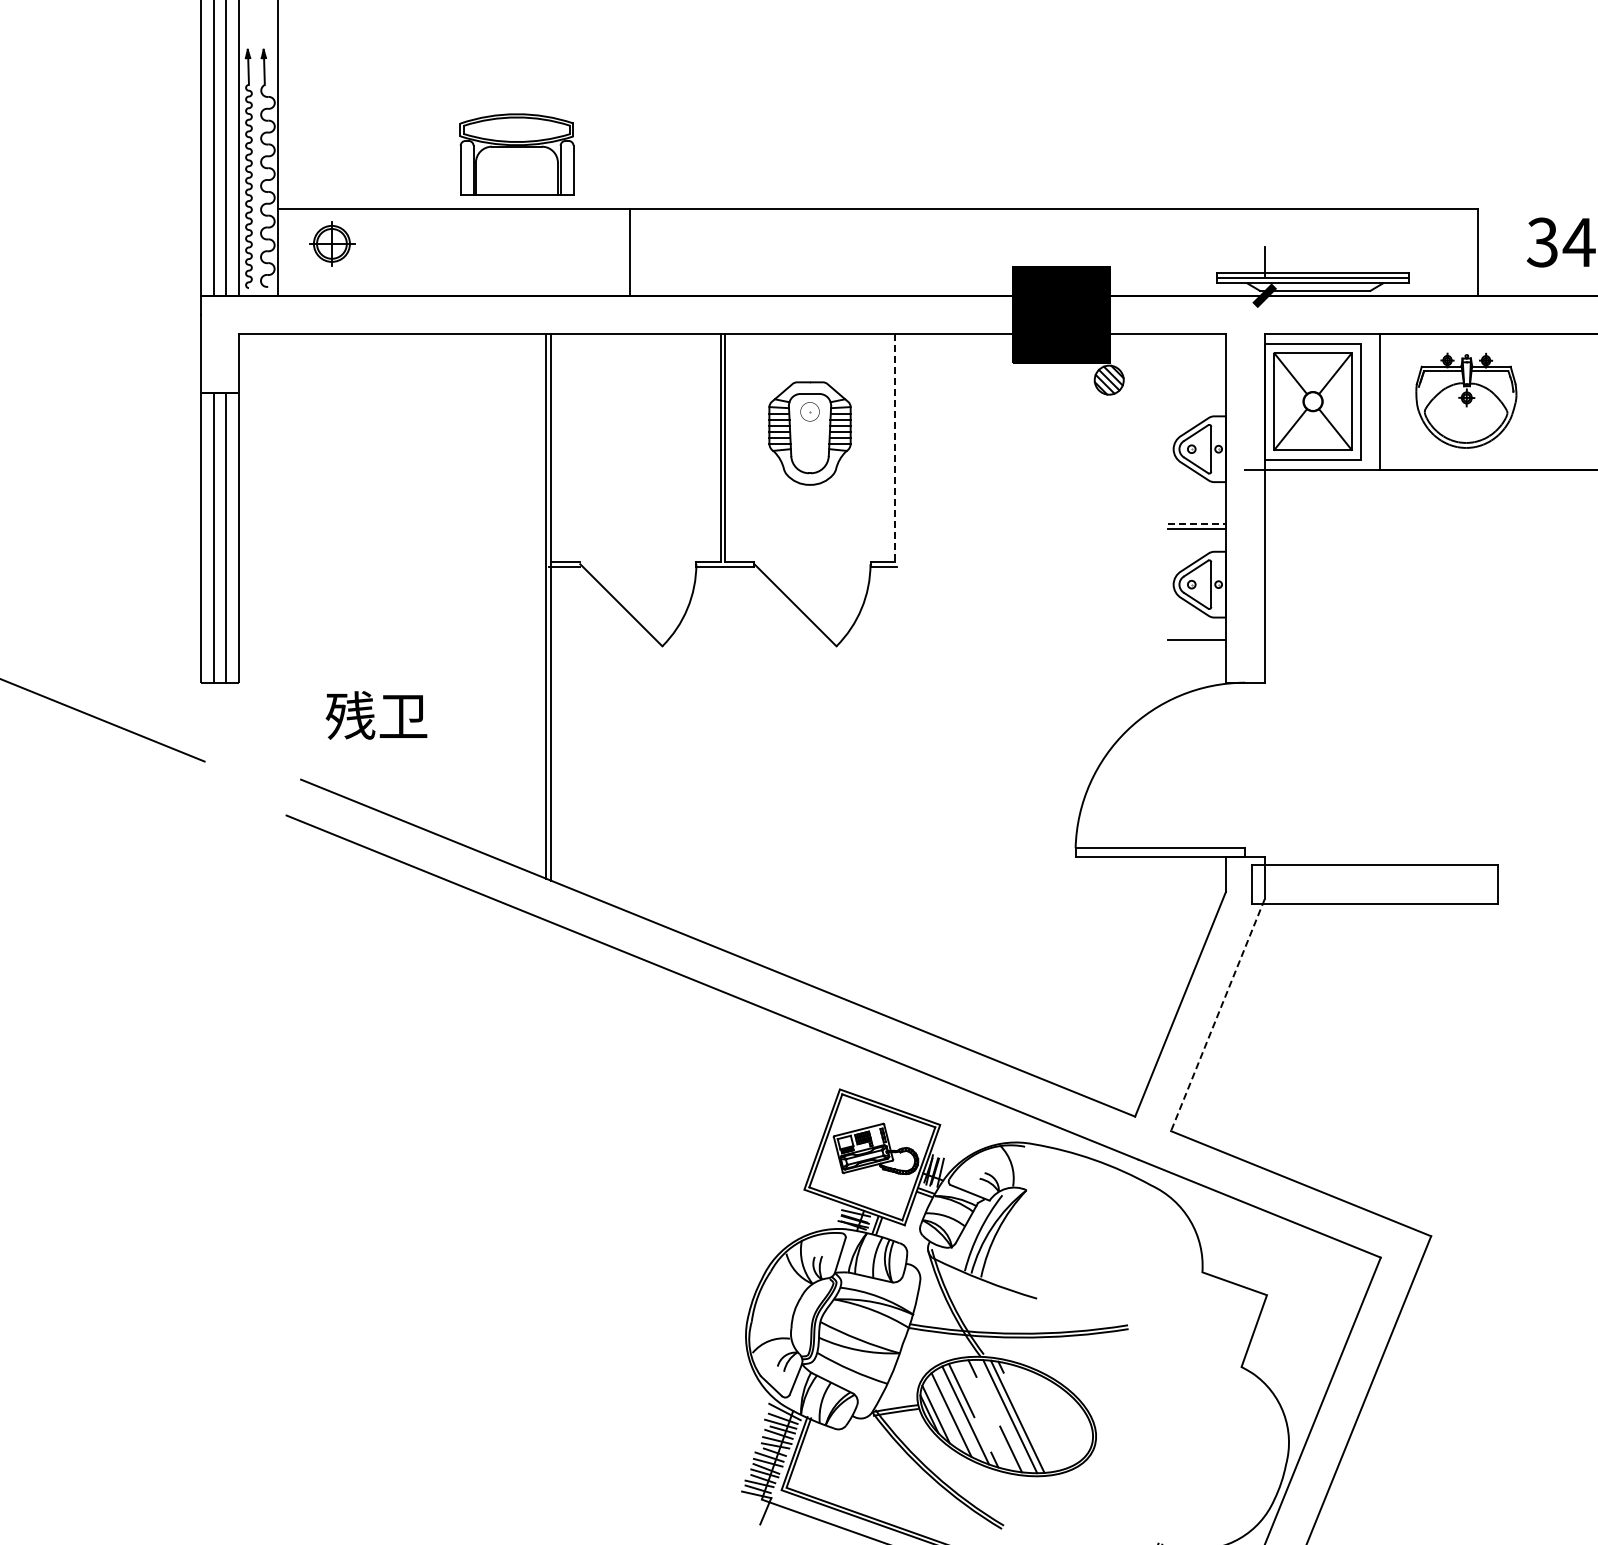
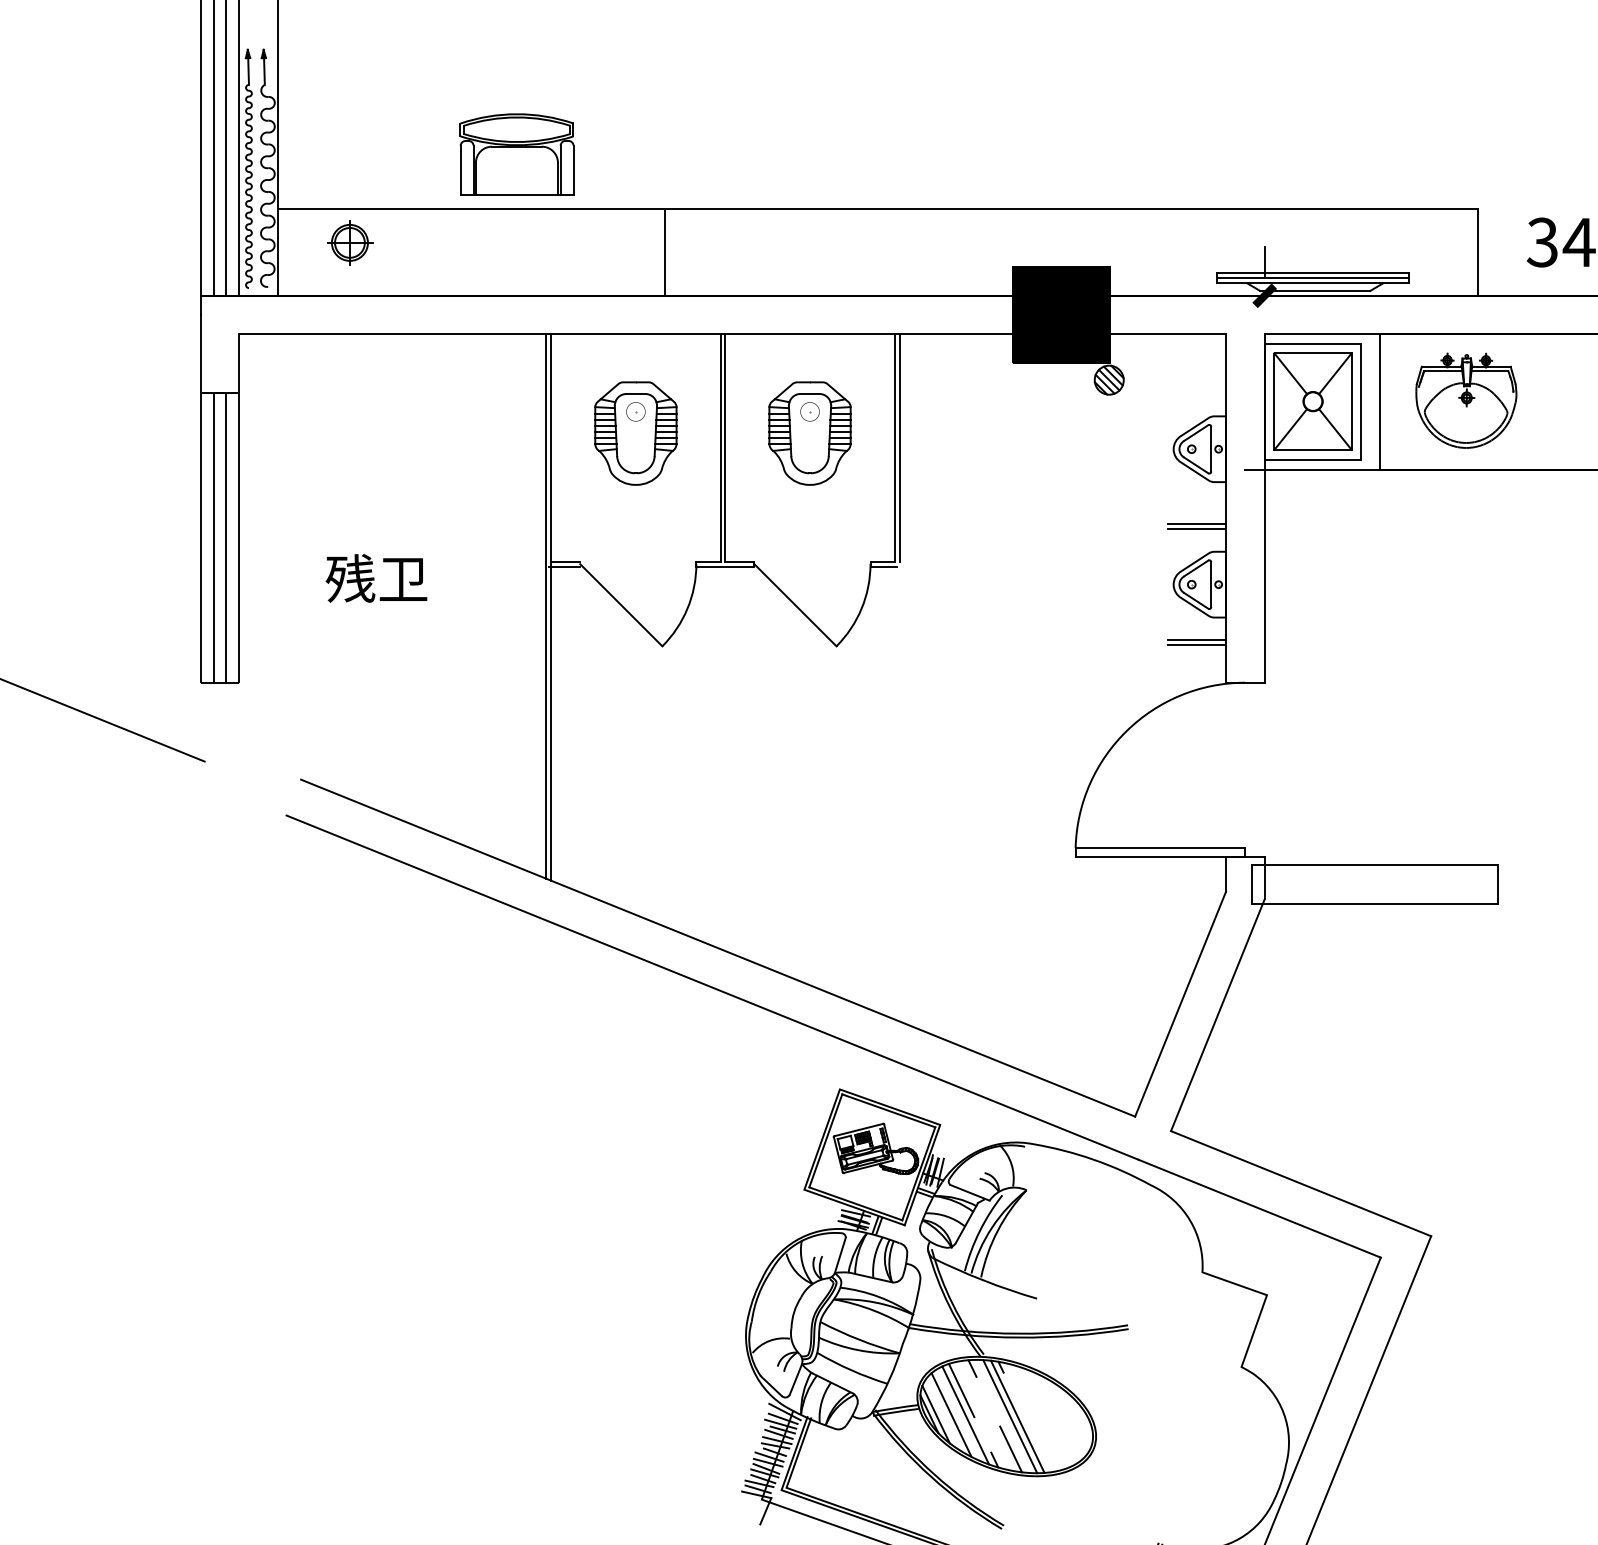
part at (332, 243) position: (332, 243) -> (350, 242)
line at (629, 251) position: (629, 251) -> (664, 251)
part at (635, 433): none -> present
line at (899, 447): none -> present
line at (894, 448): dashed -> solid
line at (1197, 524): dashed -> solid
line at (1196, 645): none -> present
text at (376, 715) position: (376, 715) -> (376, 578)
line at (1217, 1015): dashed -> solid
